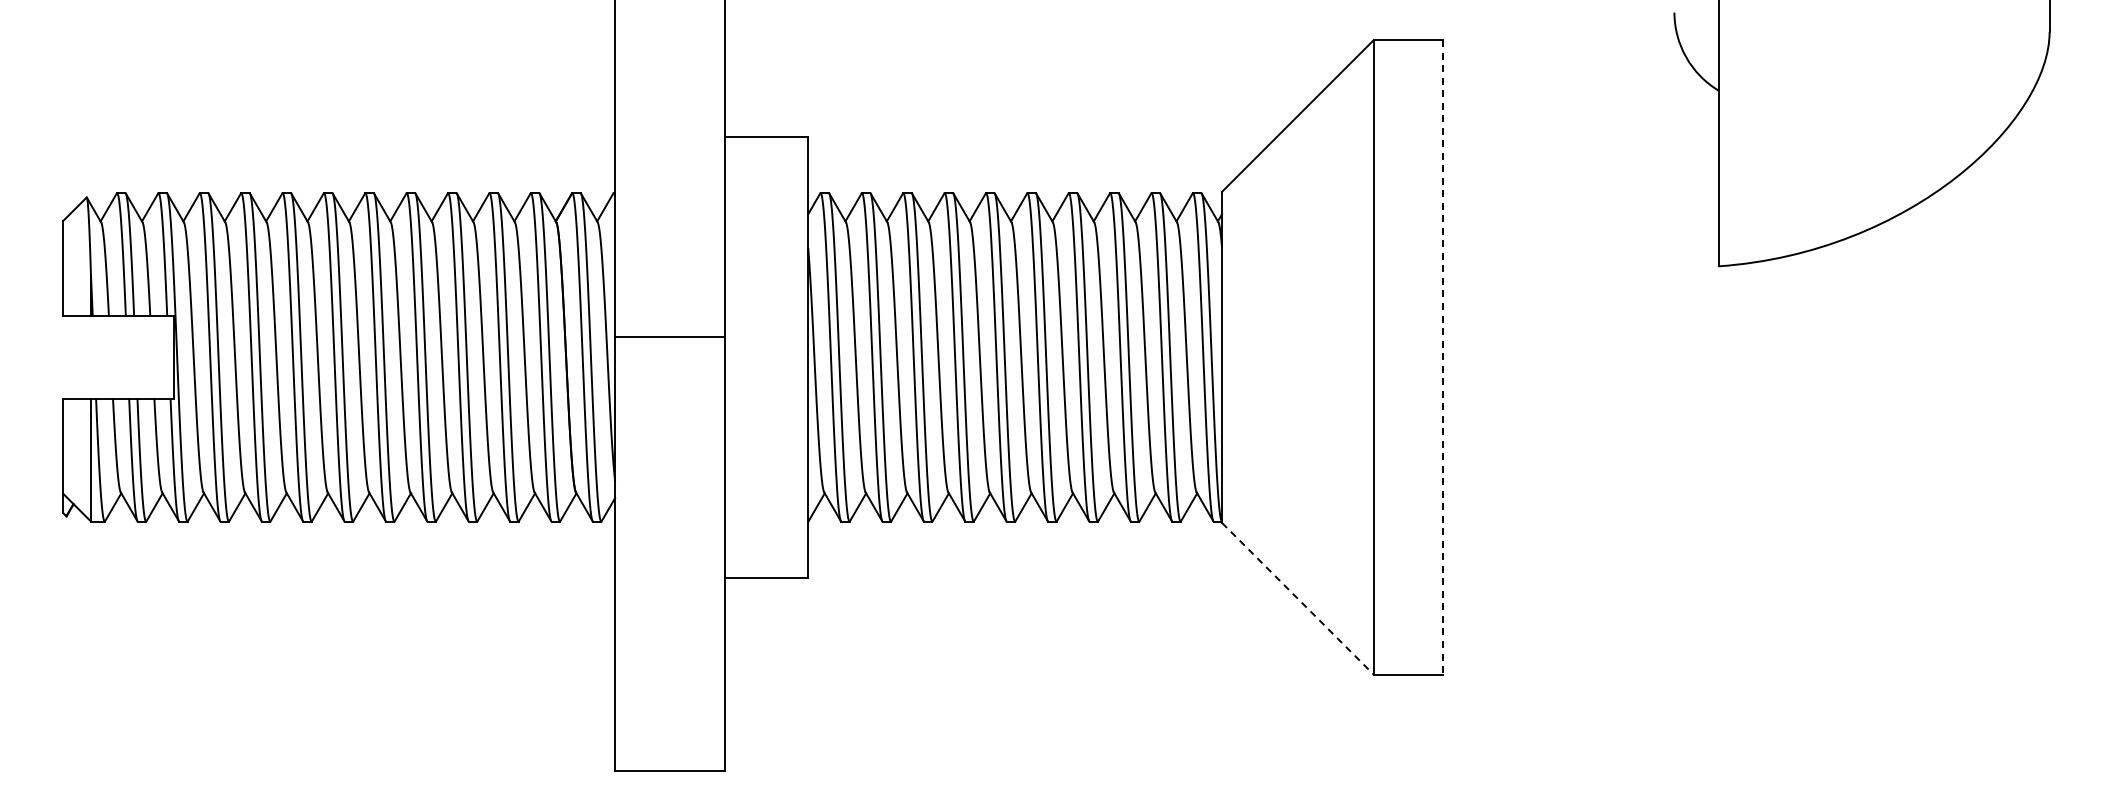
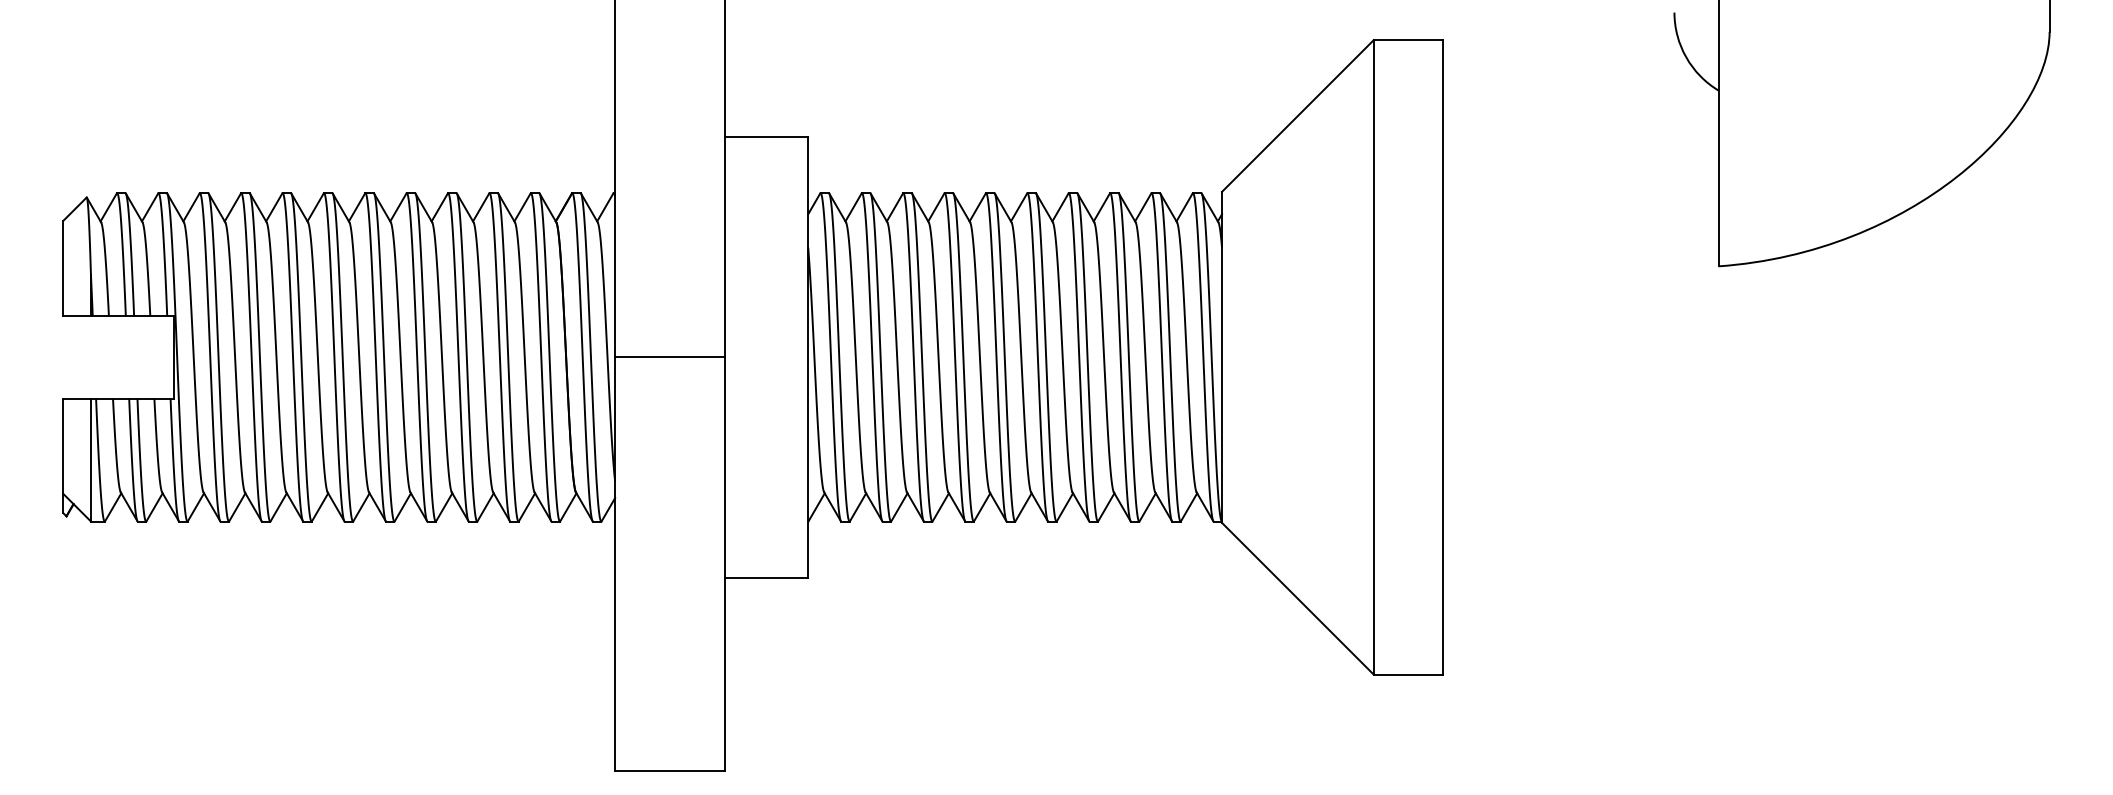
line at (670, 337) position: (670, 337) -> (670, 357)
line at (1442, 357): dashed -> solid
line at (1298, 599): dashed -> solid
